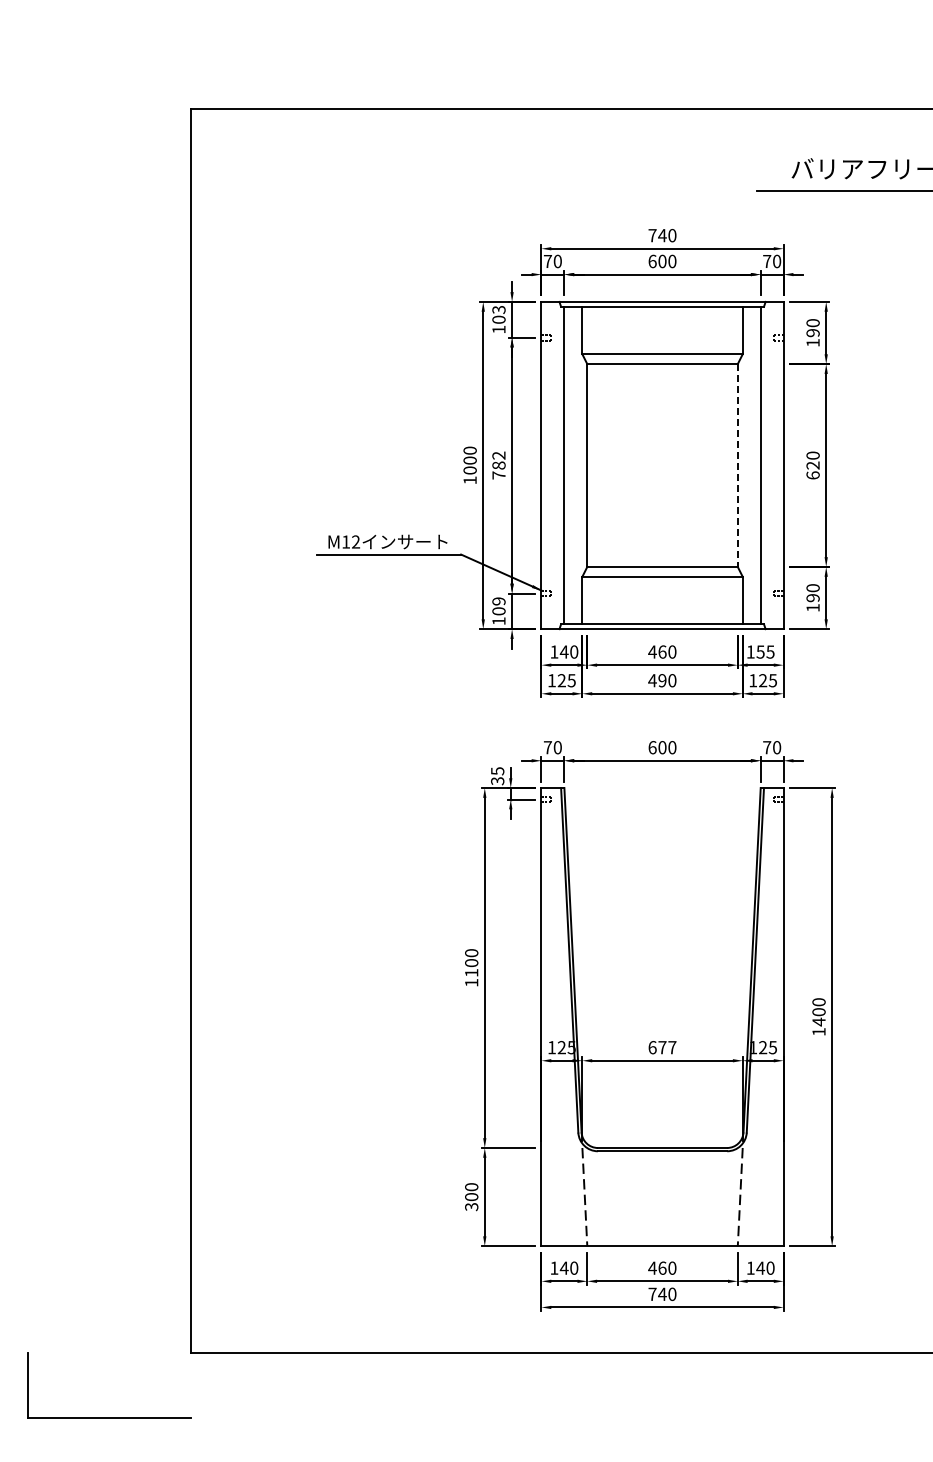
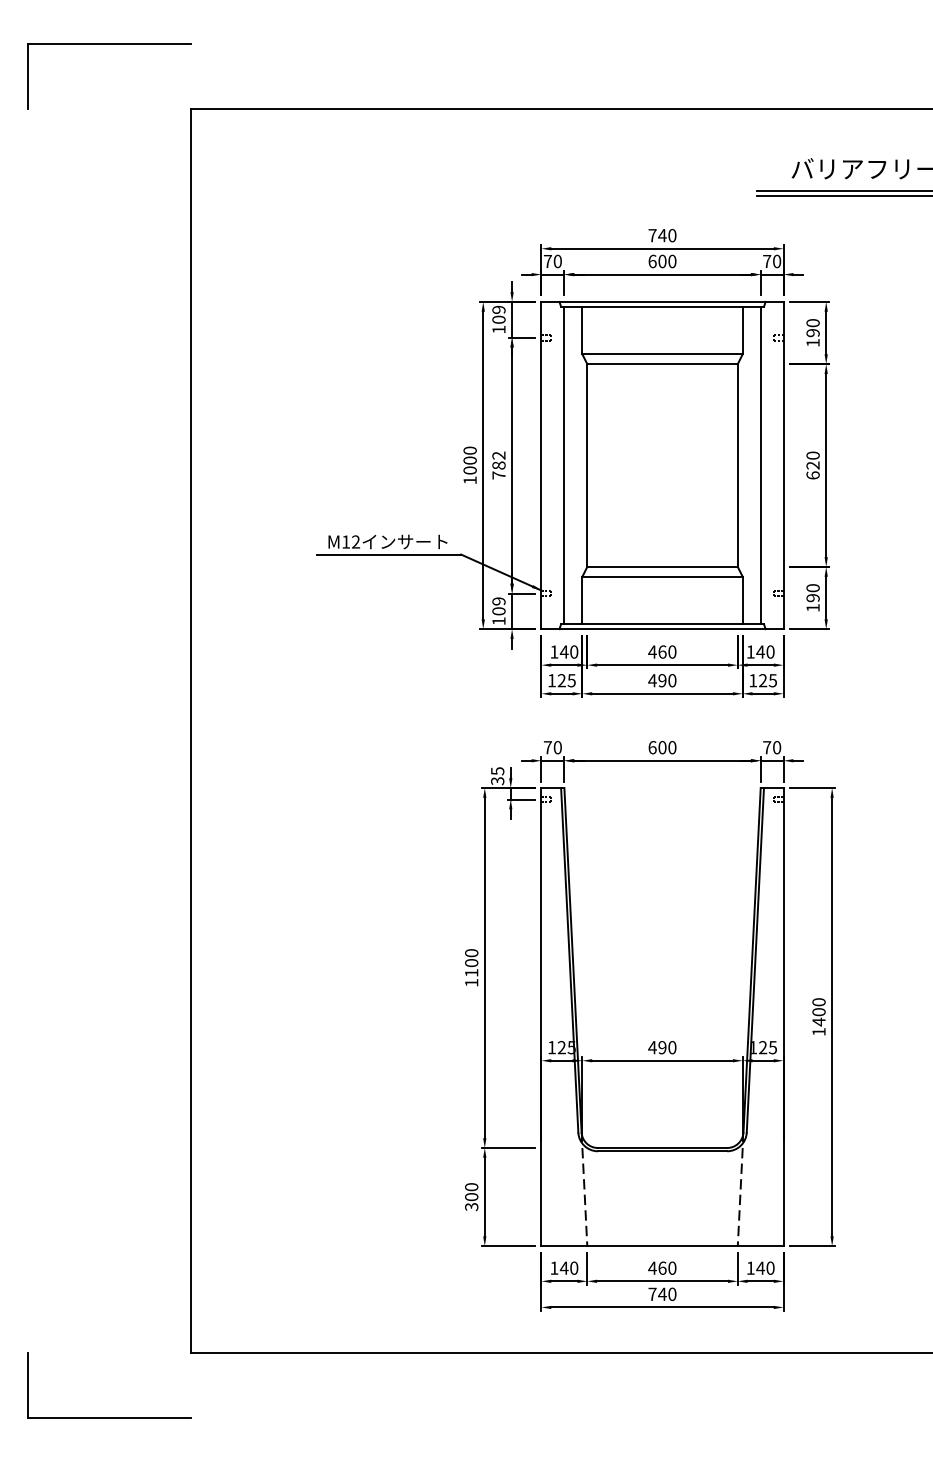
part at (109, 44): none -> present
line at (842, 196): none -> present
text at (498, 309): 103 -> 109
line at (737, 466): dashed -> solid
text at (765, 651): 155 -> 140
text at (662, 1047): 677 -> 490
